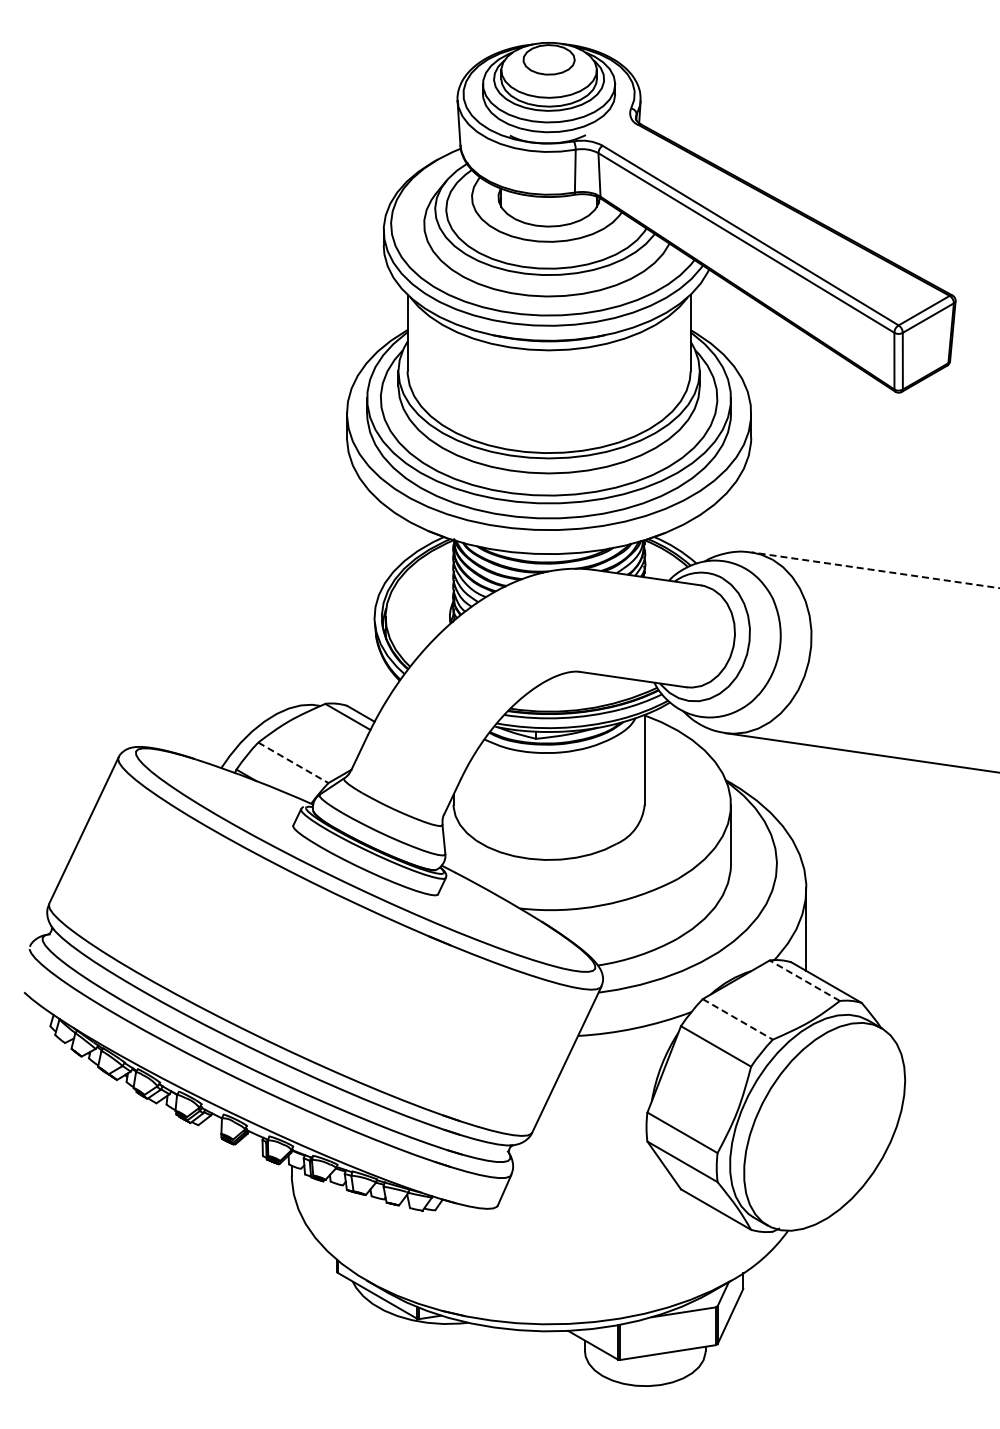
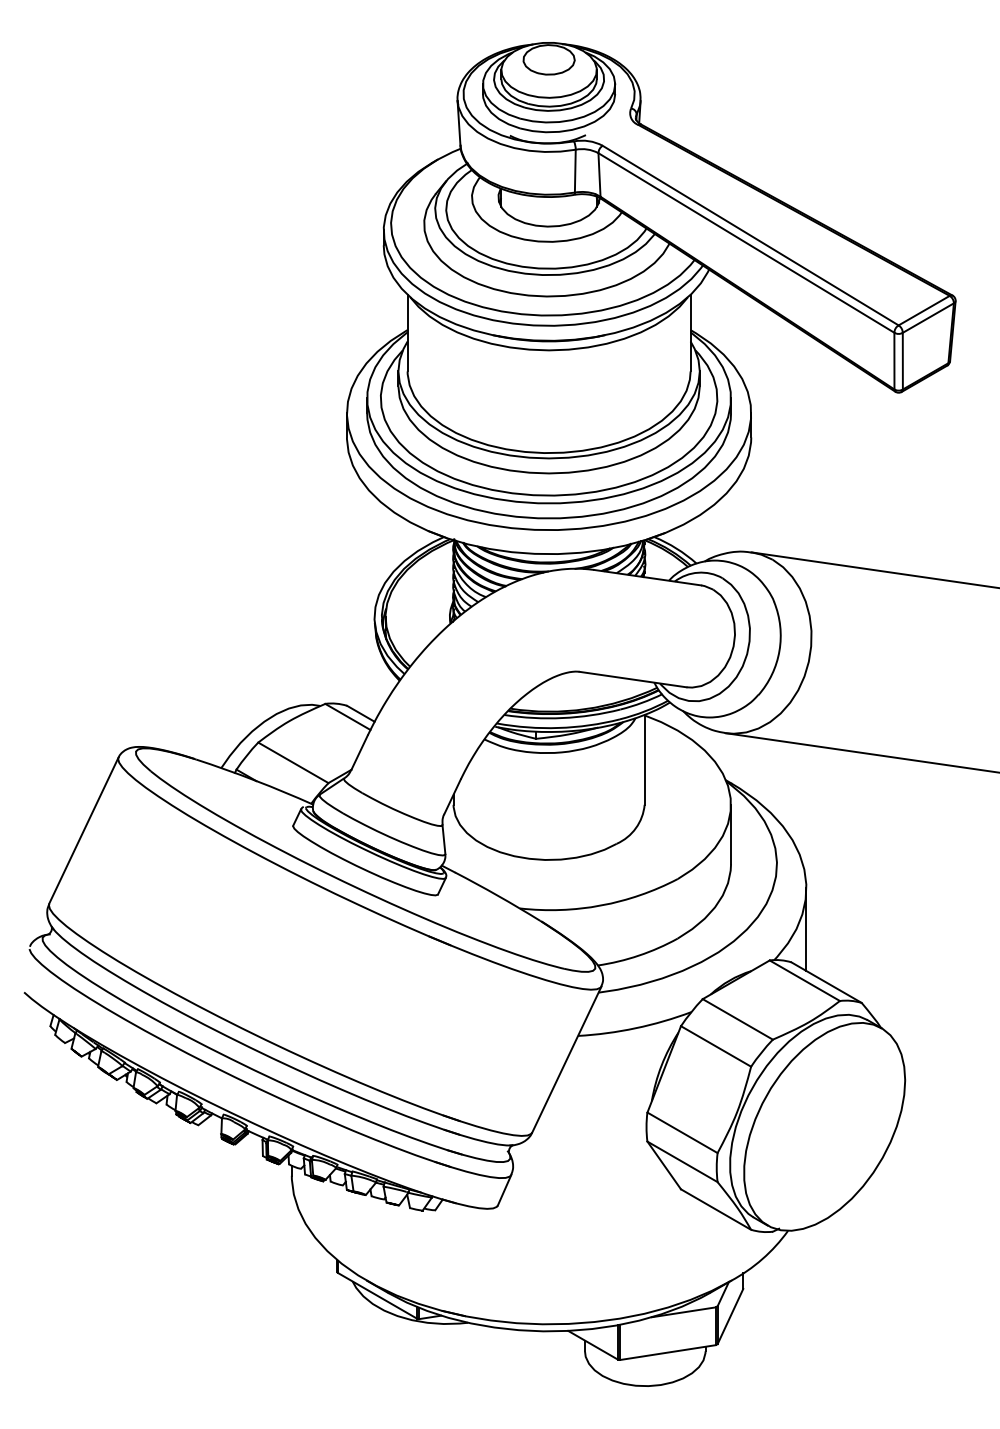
line at (875, 570): dashed -> solid
line at (293, 762): dashed -> solid
line at (804, 980): dashed -> solid
line at (738, 1019): dashed -> solid
